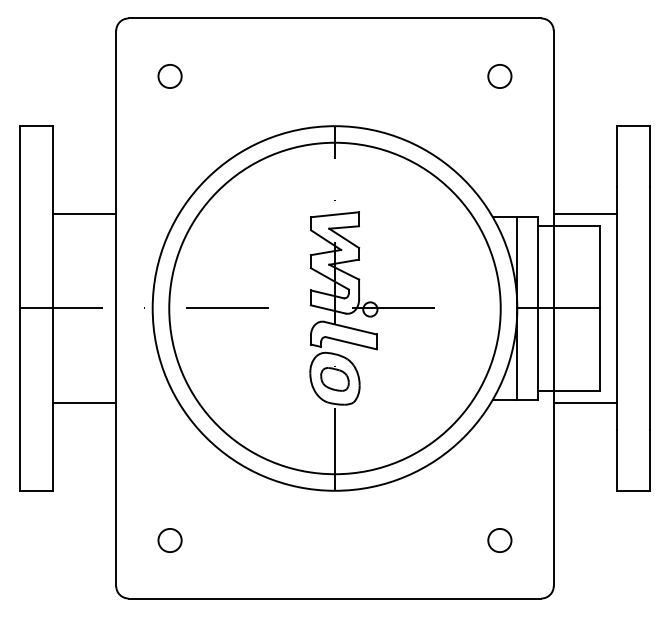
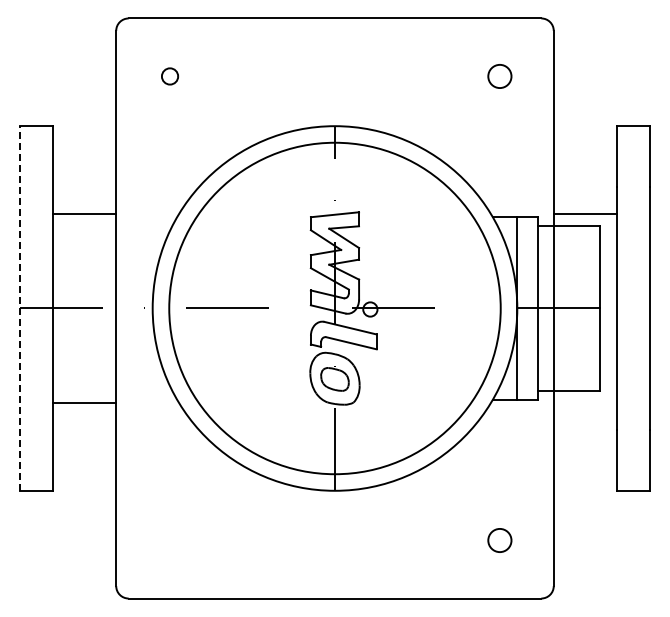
circle at (169, 76) size: 26x25 px -> 18x19 px
line at (20, 308): solid -> dashed
line at (584, 403): present -> none
circle at (169, 540): present -> none
